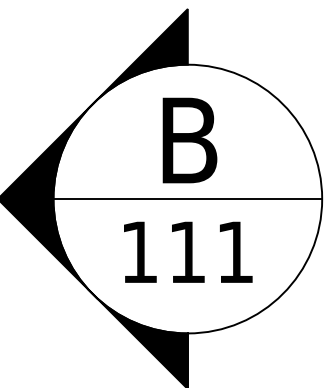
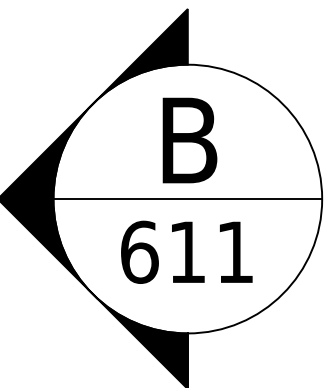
text at (139, 251): 111 -> 611
